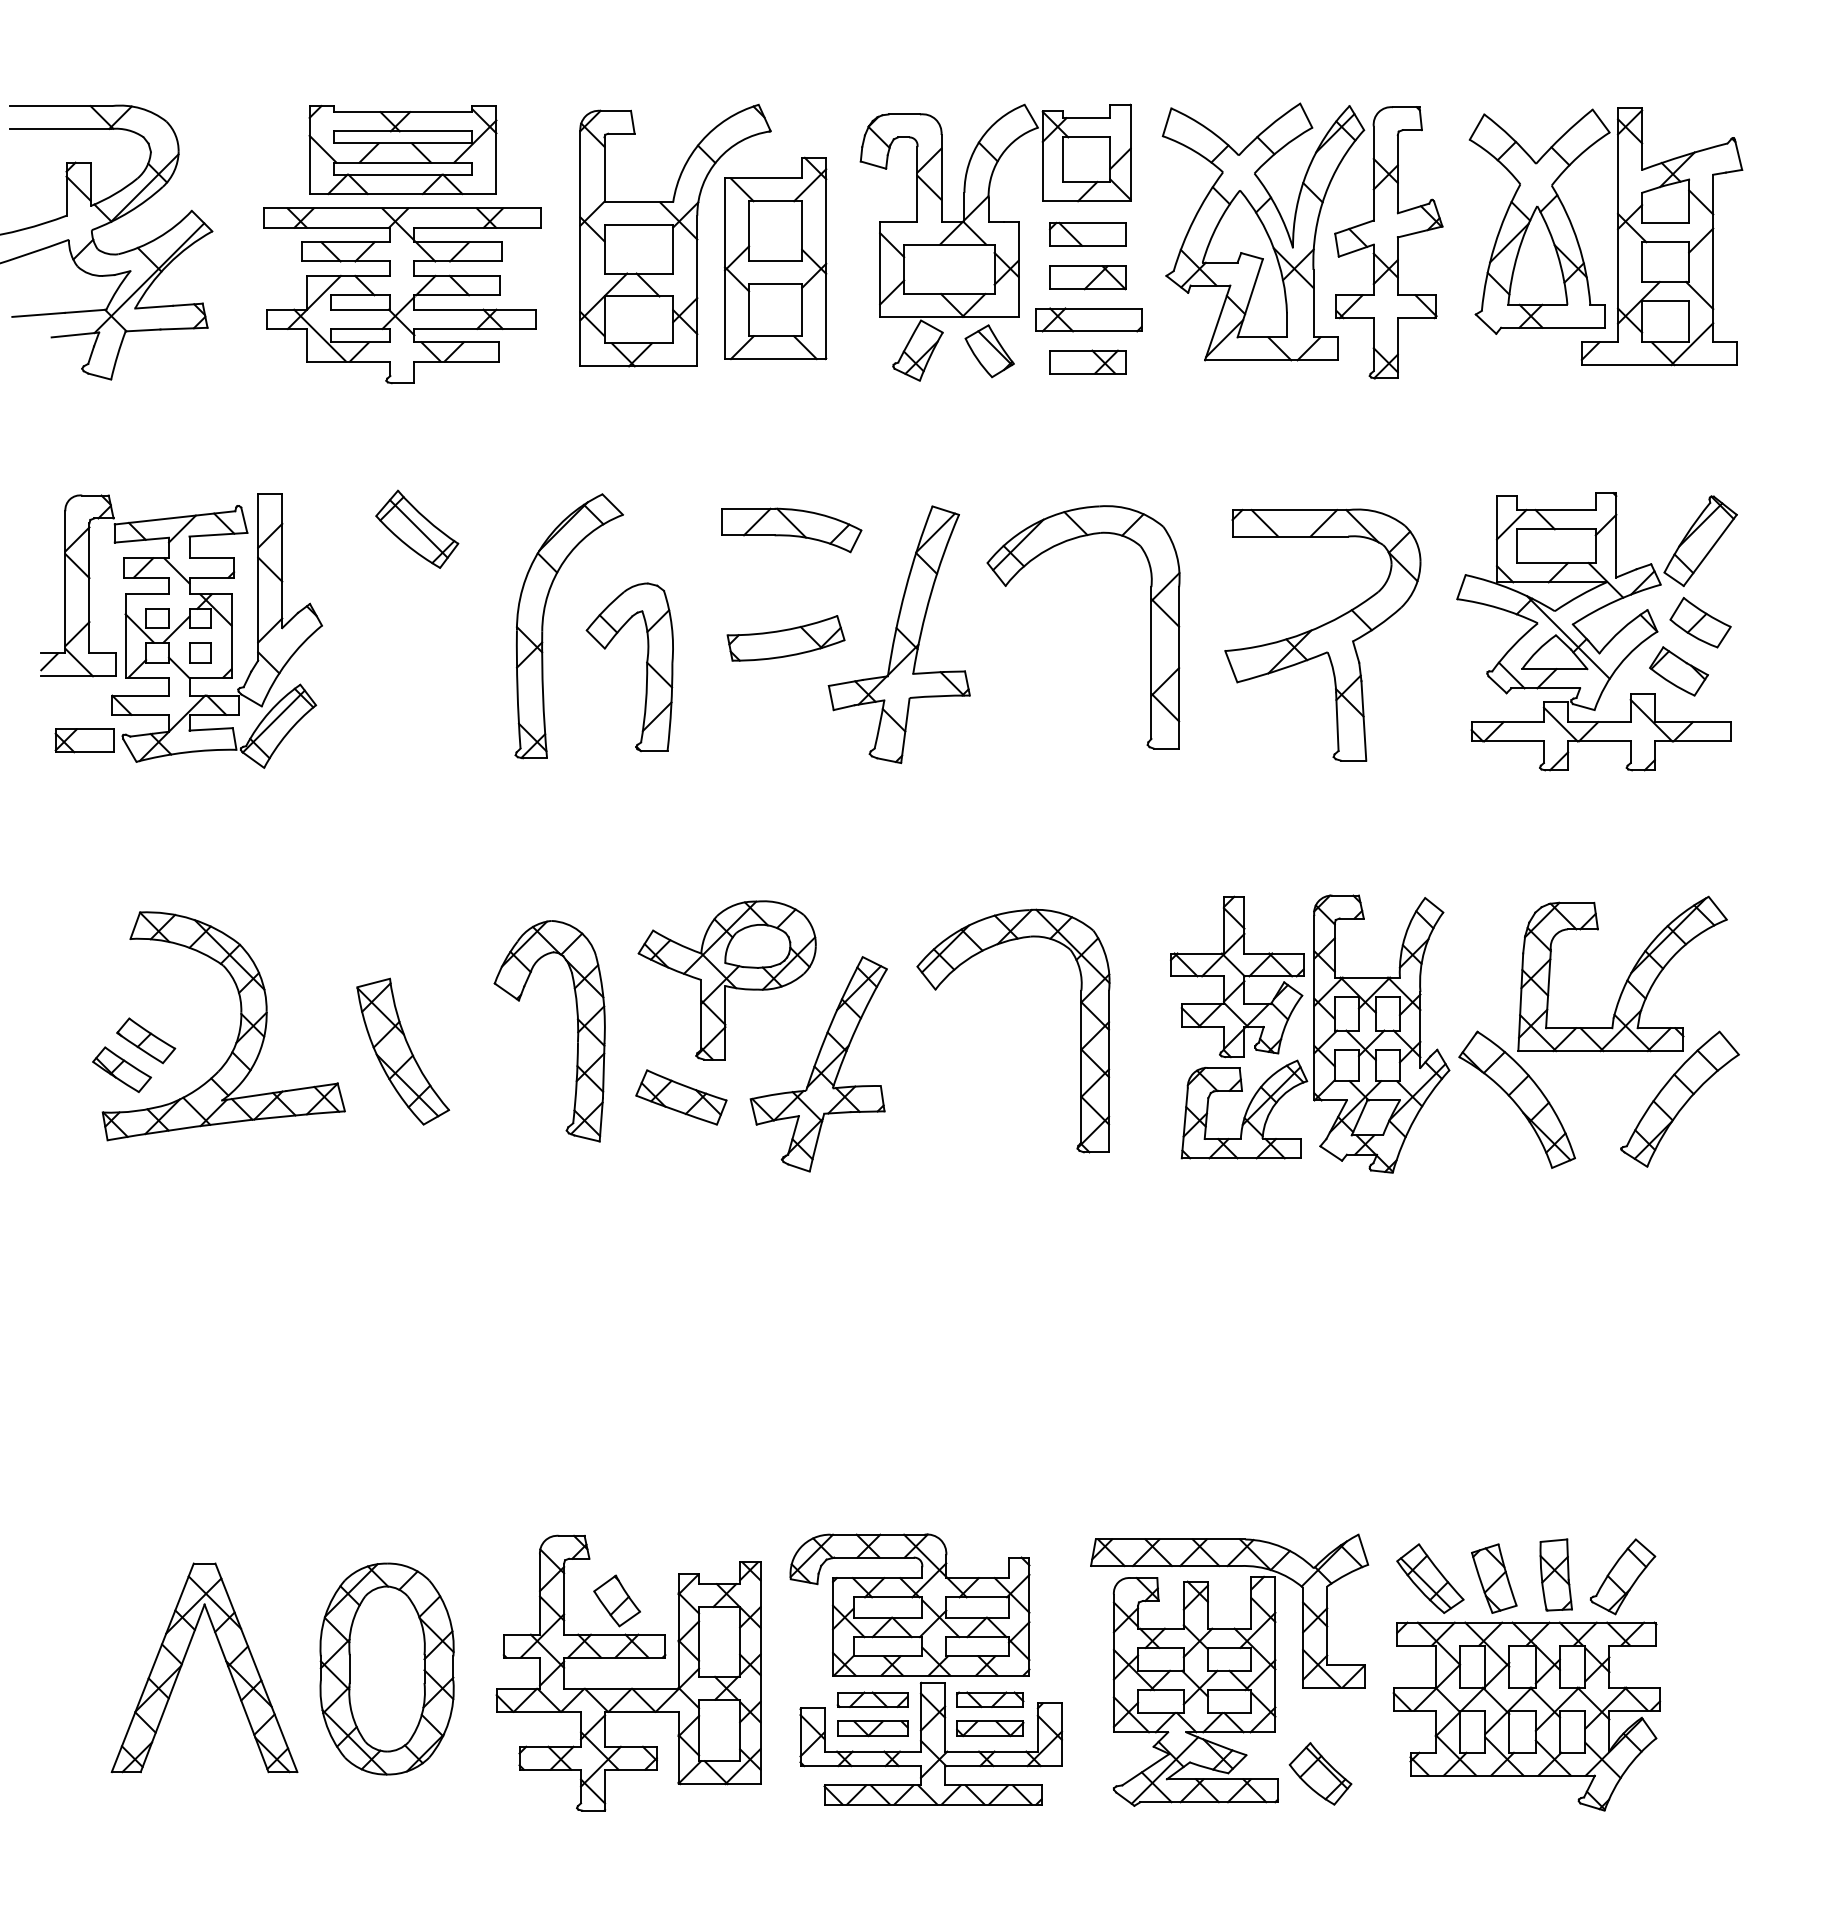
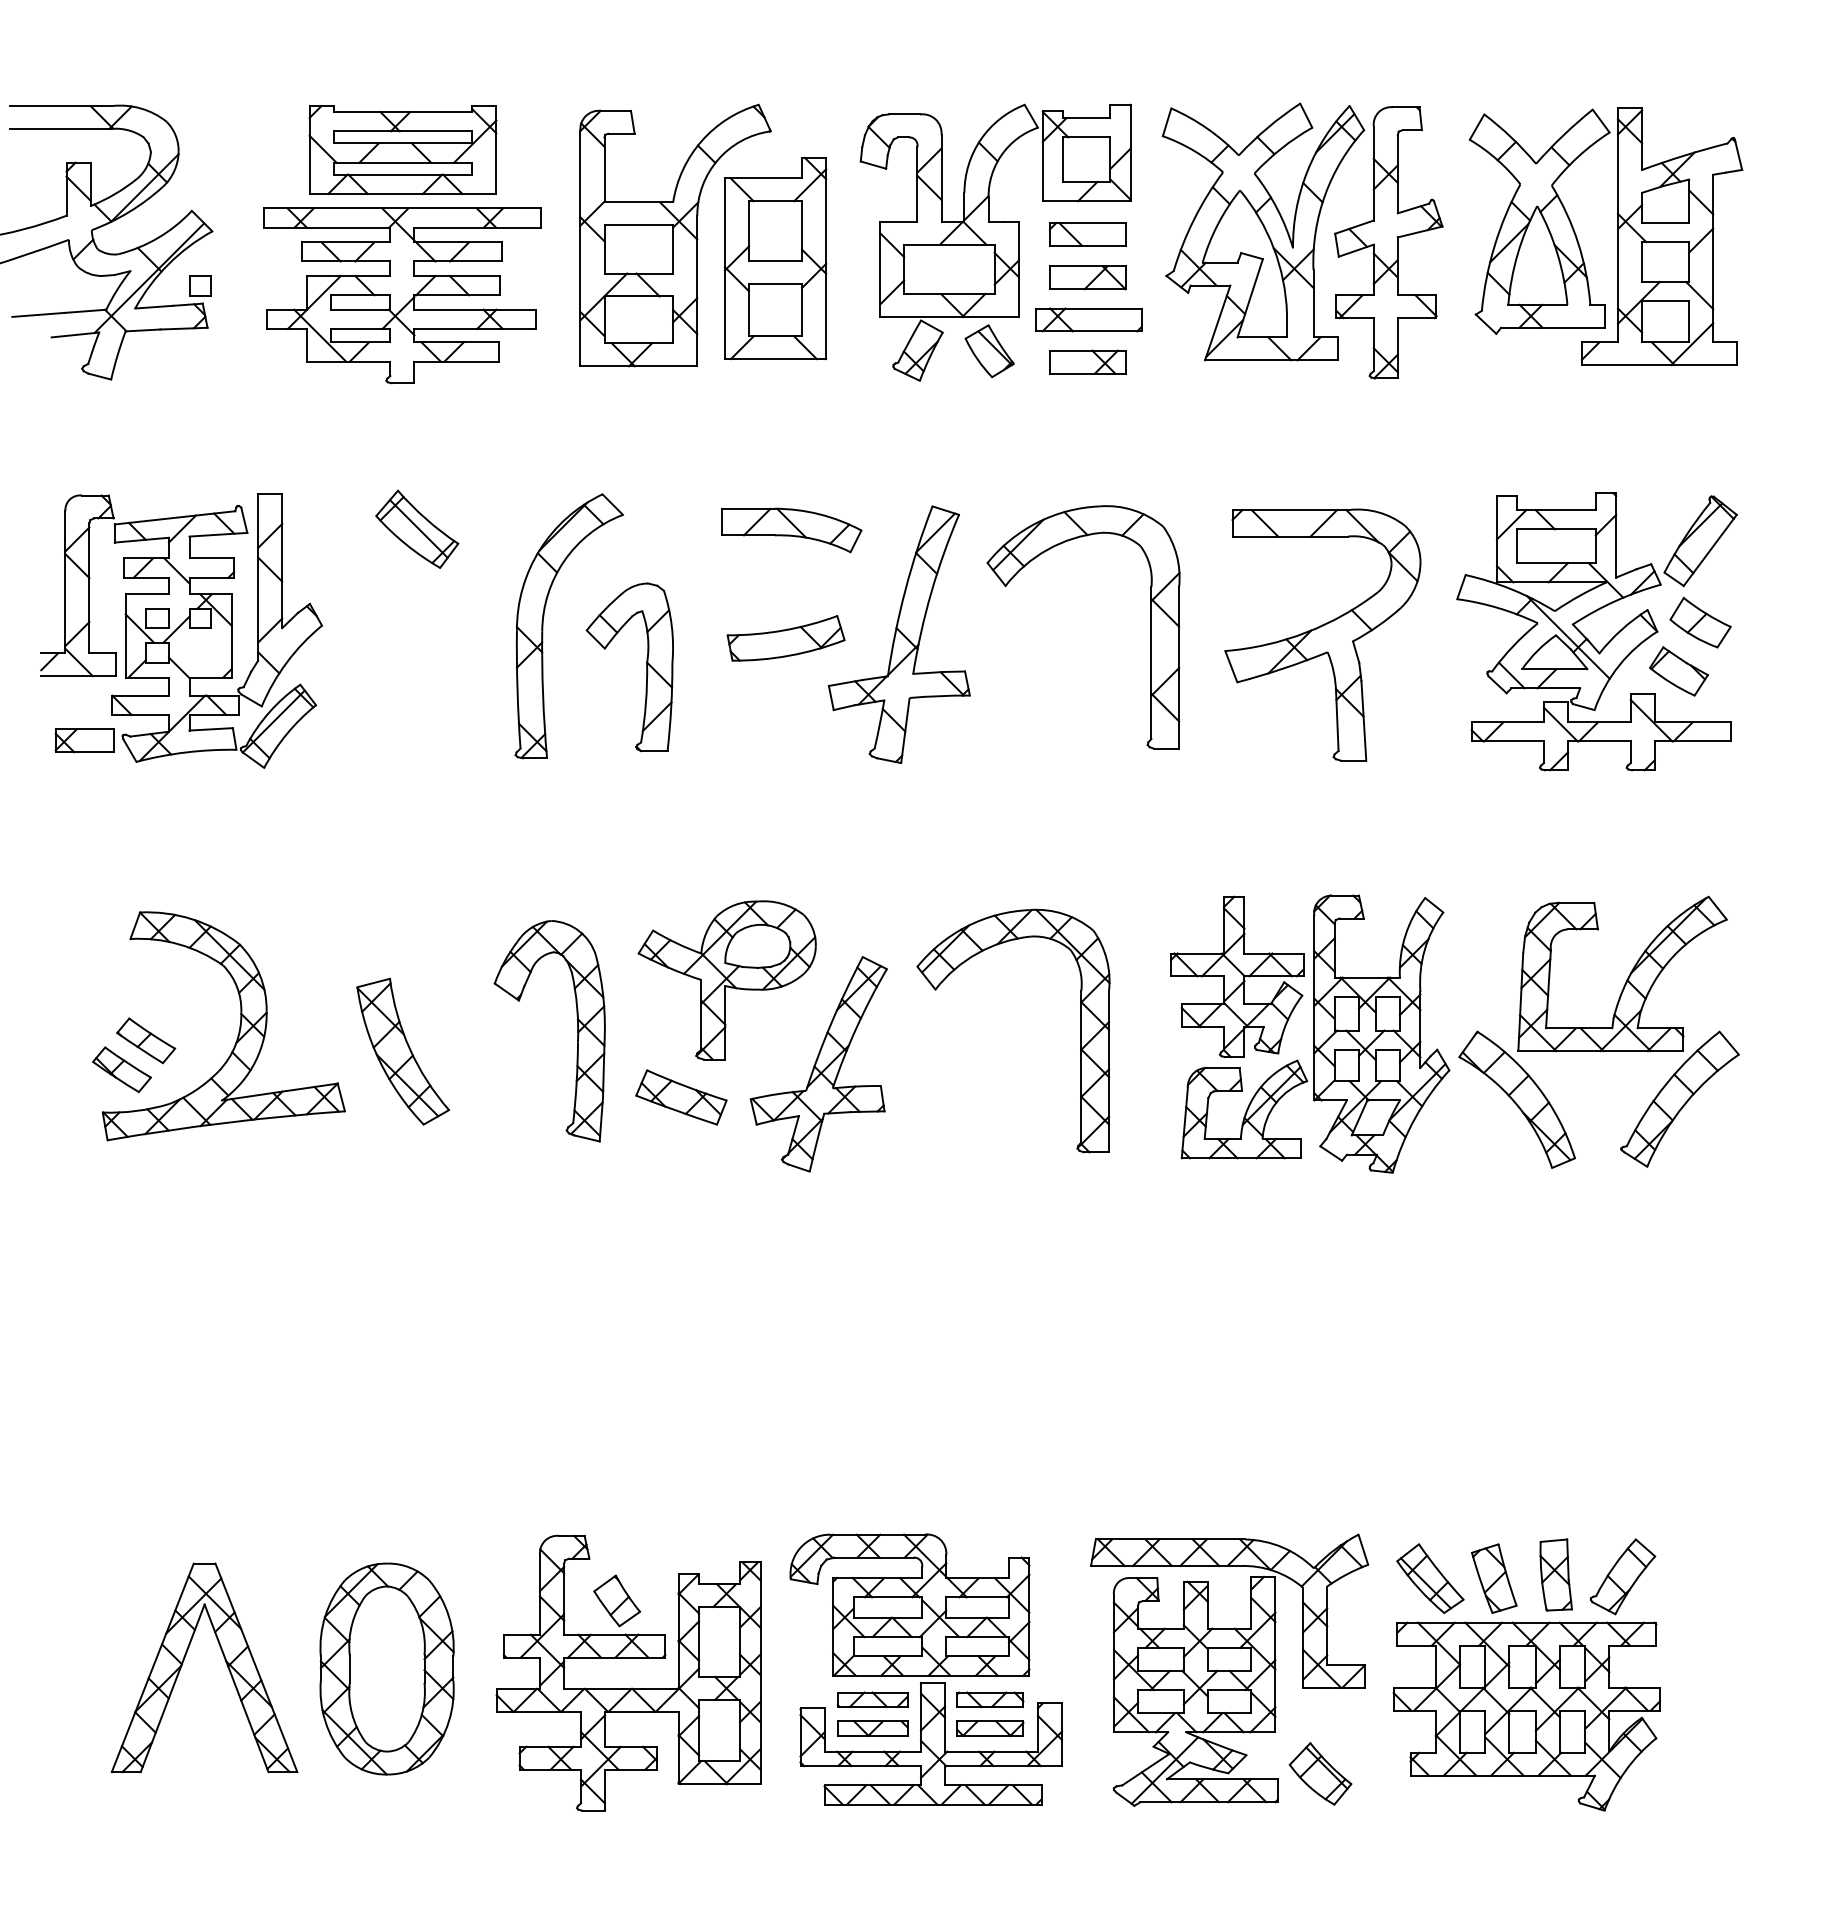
part at (200, 652) position: (200, 652) -> (200, 285)
